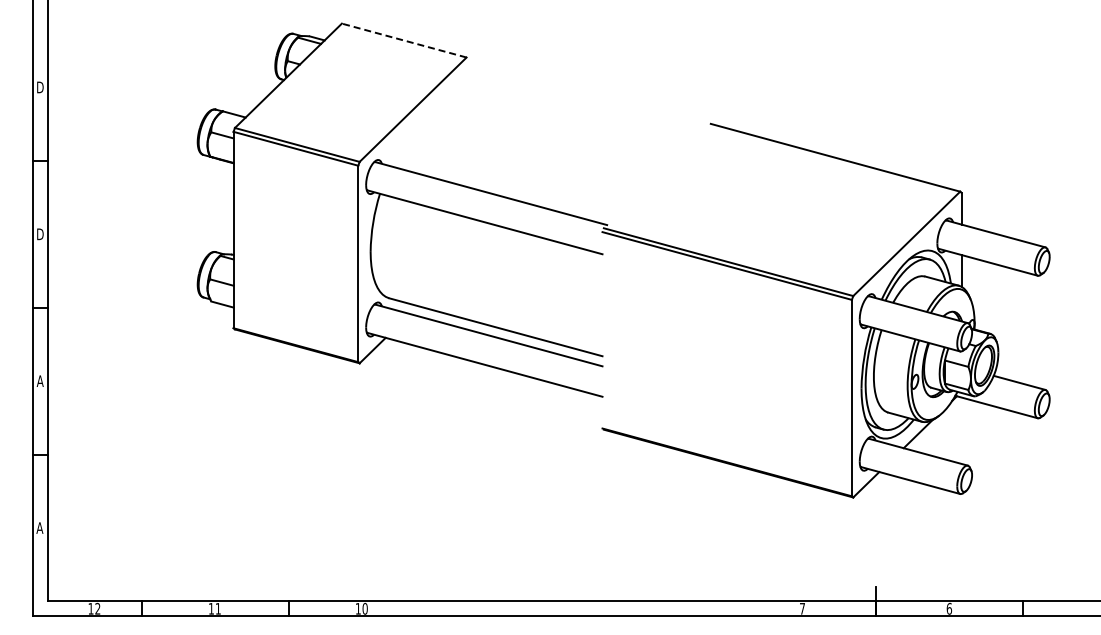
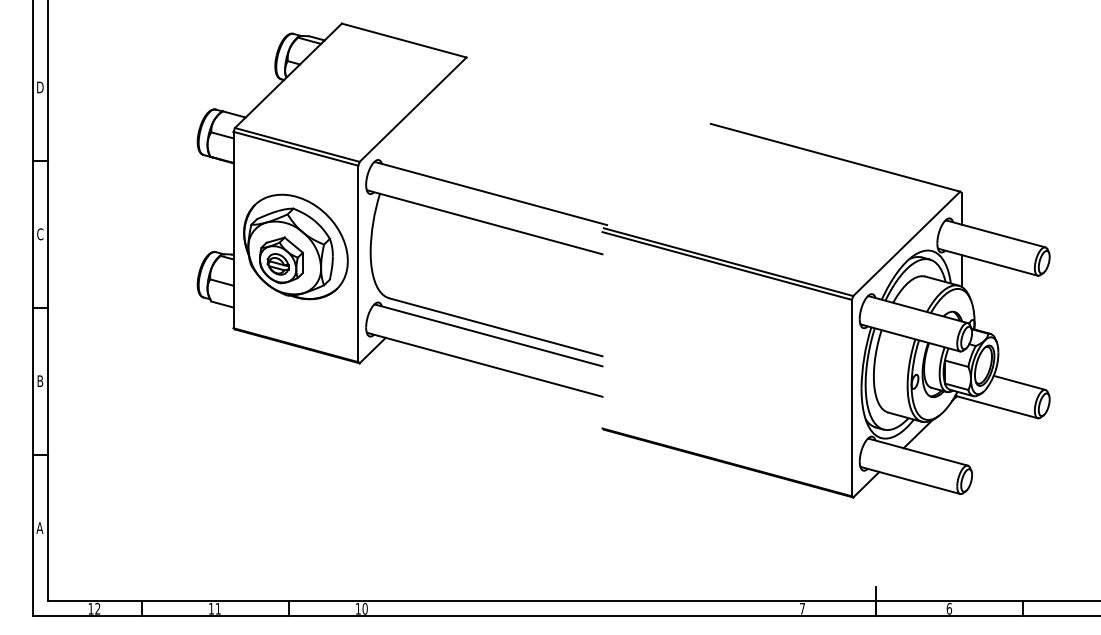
line at (404, 40): dashed -> solid
text at (40, 234): D -> C
part at (295, 246): none -> present
text at (39, 380): A -> B
